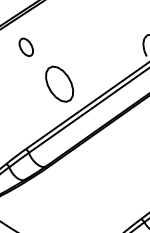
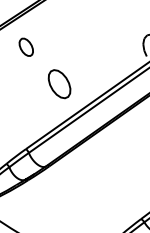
part at (59, 83) size: 29x38 px -> 25x31 px
